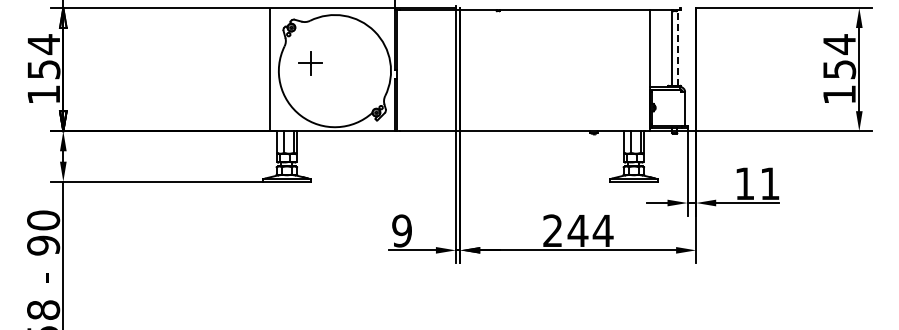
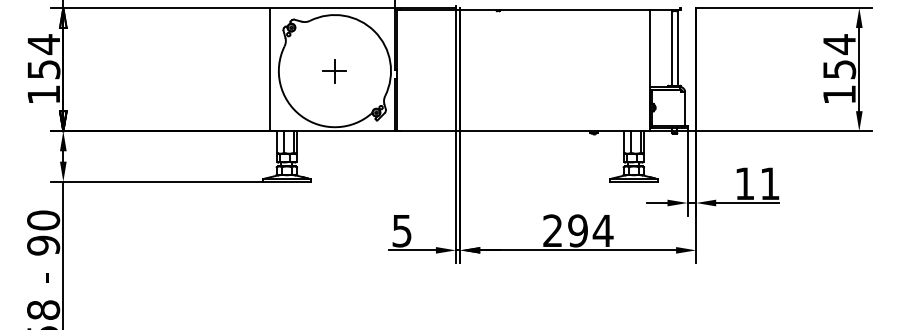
line at (677, 48): dashed -> solid
part at (310, 63) position: (310, 63) -> (334, 71)
text at (401, 230): 9 -> 5
text at (577, 230): 244 -> 294
